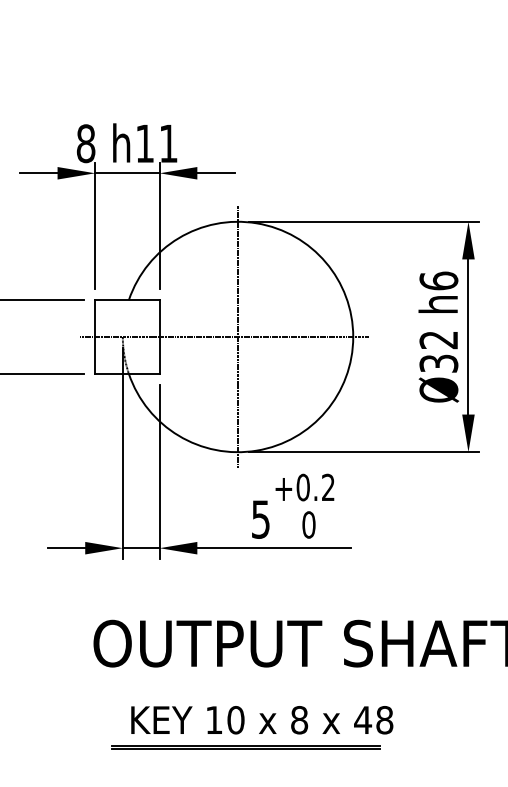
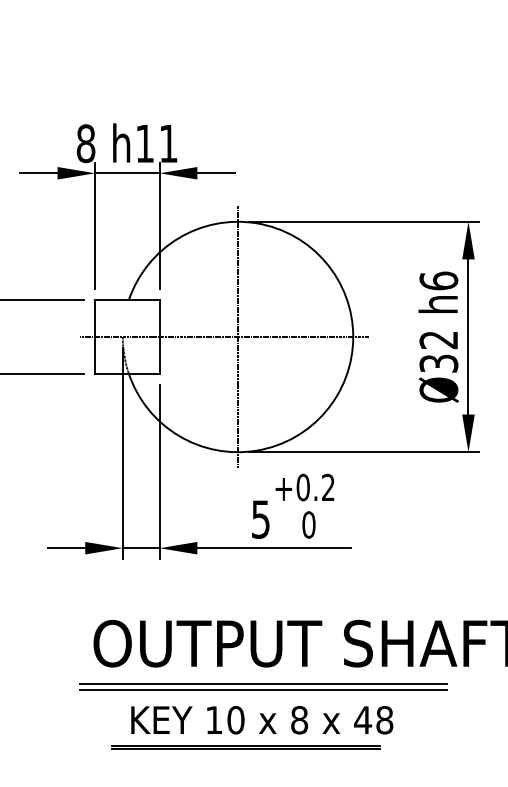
line at (262, 683): none -> present
line at (262, 689): none -> present
